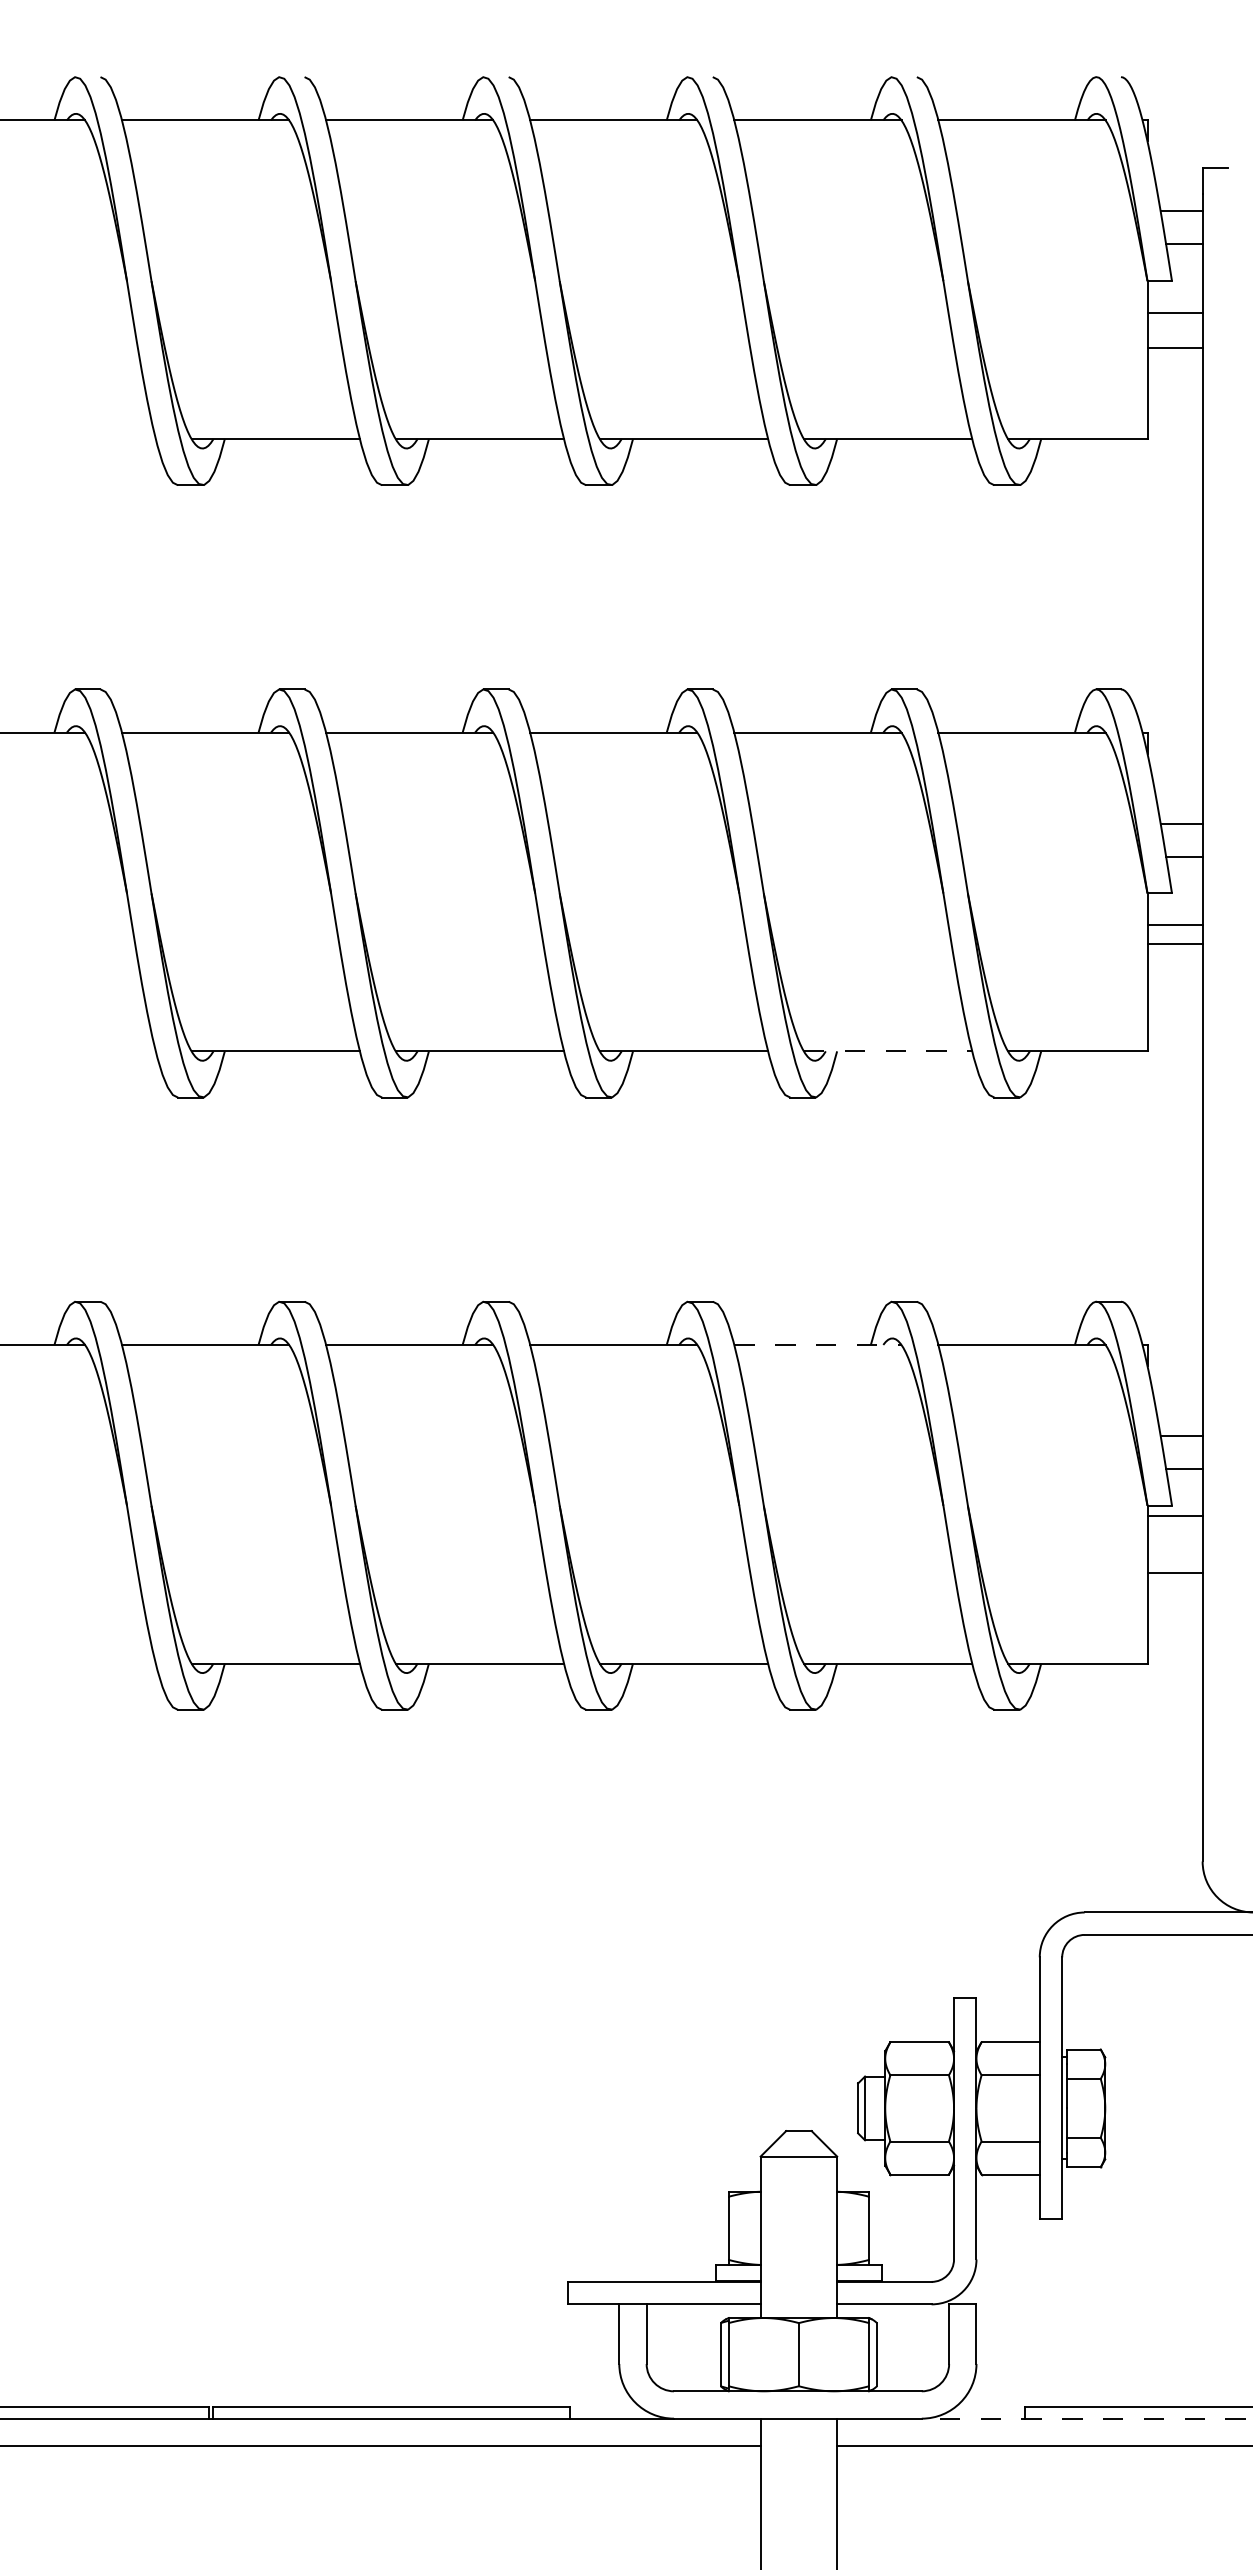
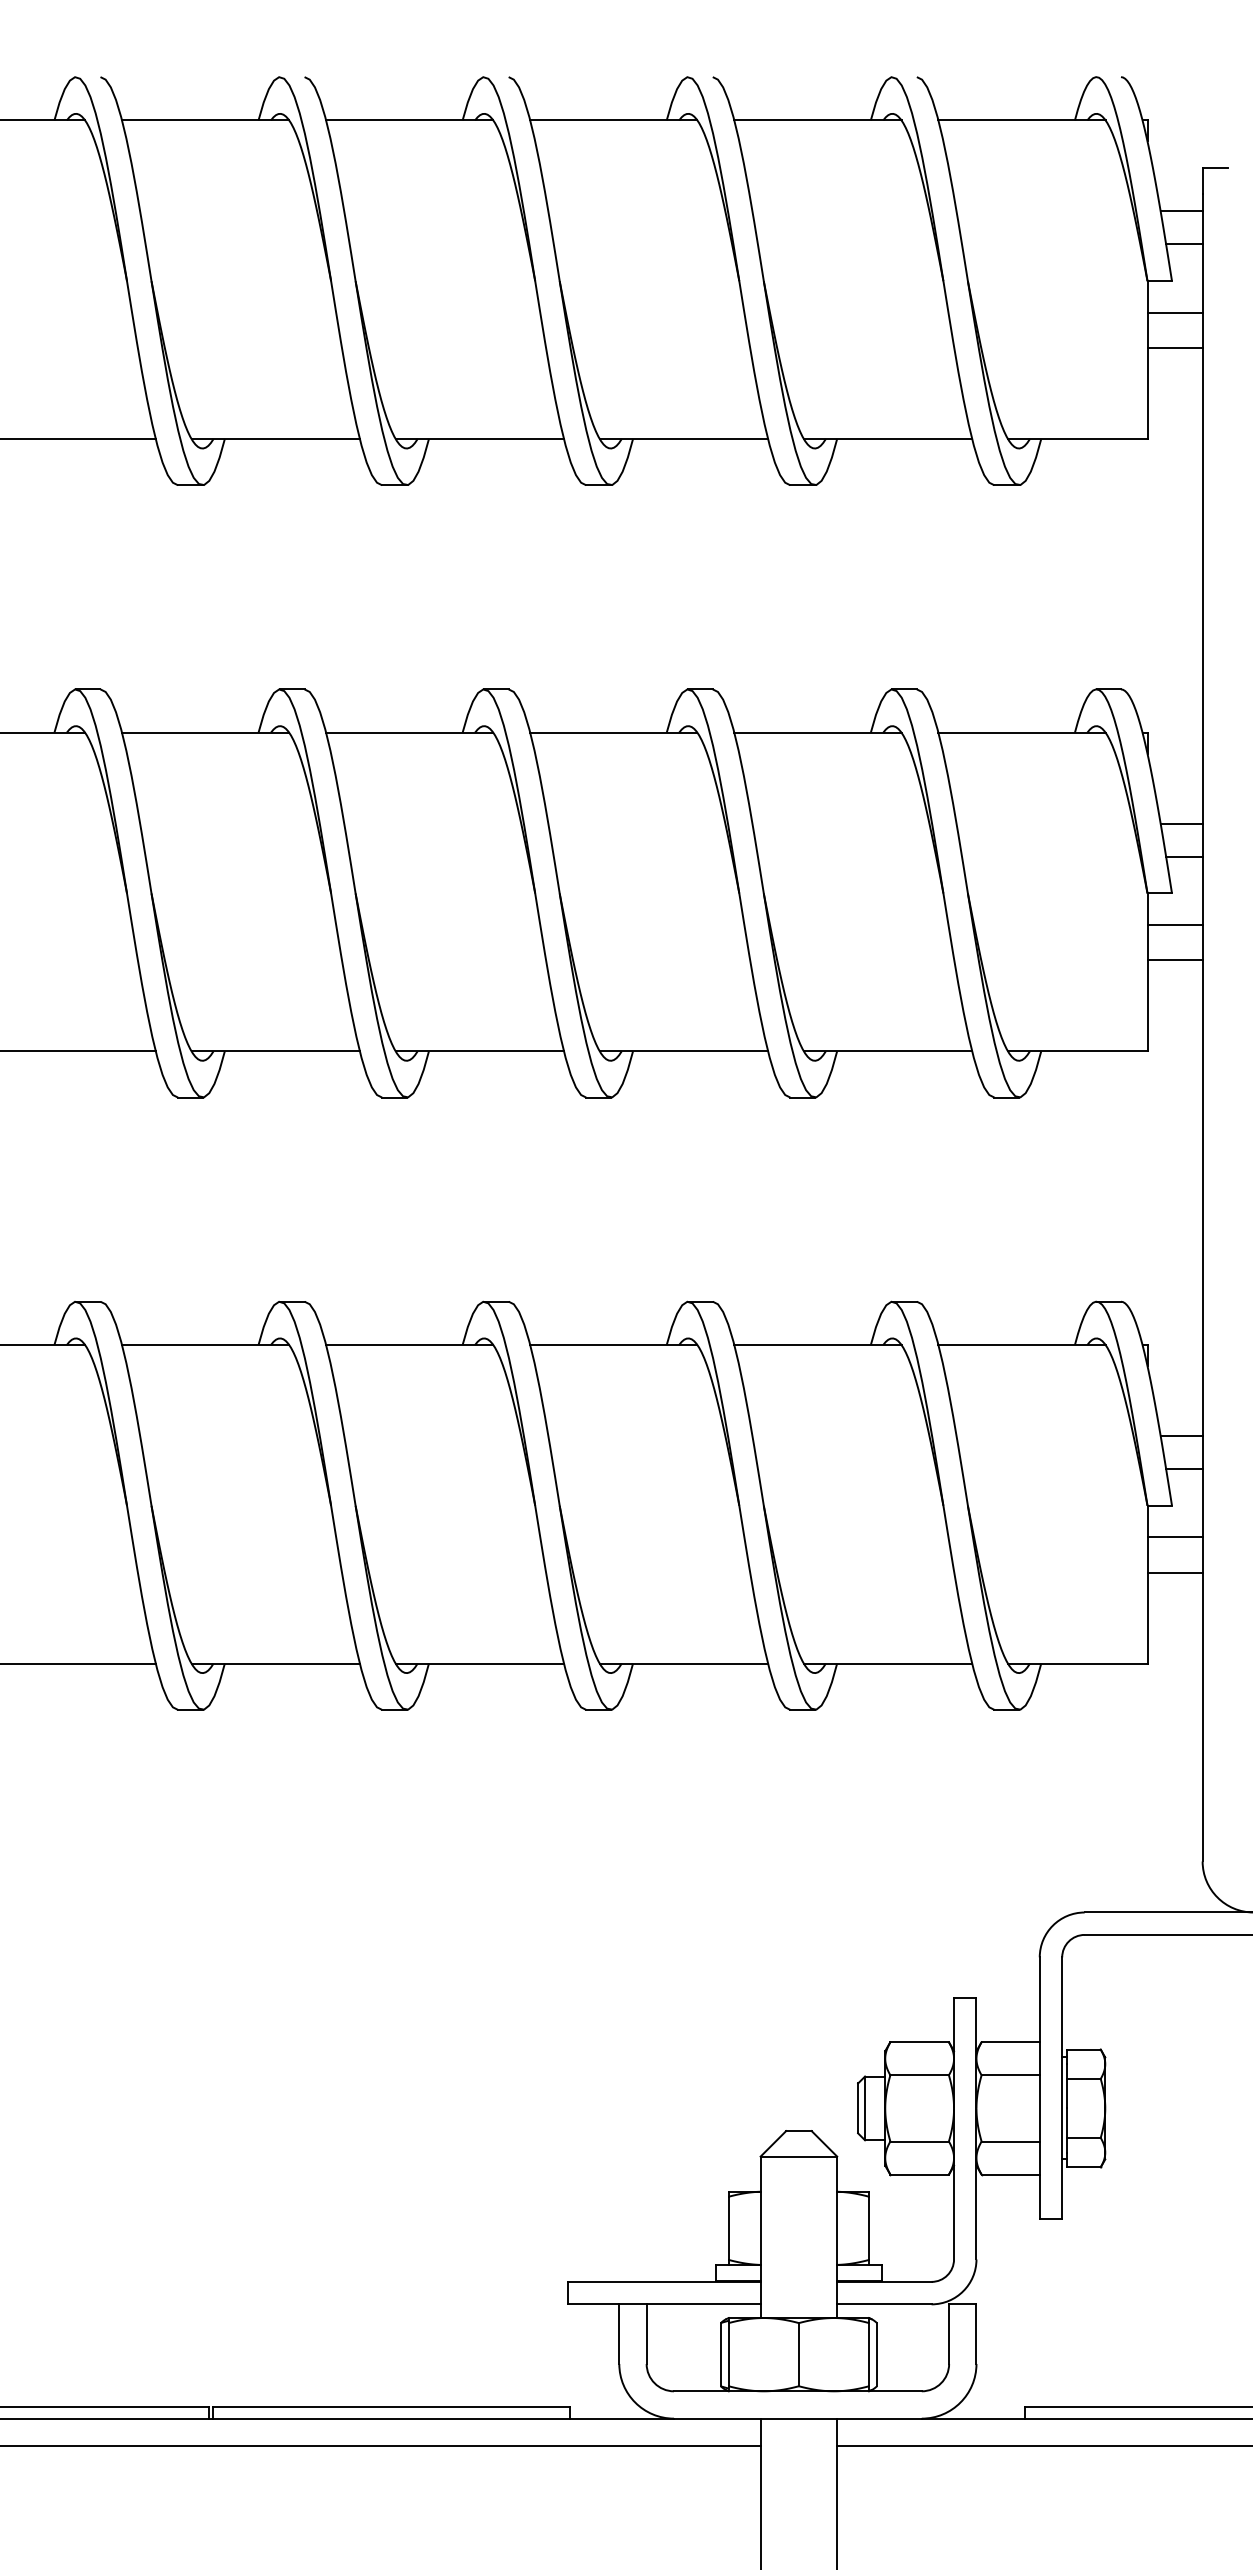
line at (78, 439): none -> present
line at (1174, 944) position: (1174, 944) -> (1174, 960)
line at (78, 1051): none -> present
line at (888, 1051): dashed -> solid
line at (817, 1344): dashed -> solid
line at (1174, 1516) position: (1174, 1516) -> (1174, 1537)
line at (78, 1663): none -> present
line at (1086, 2418): dashed -> solid
